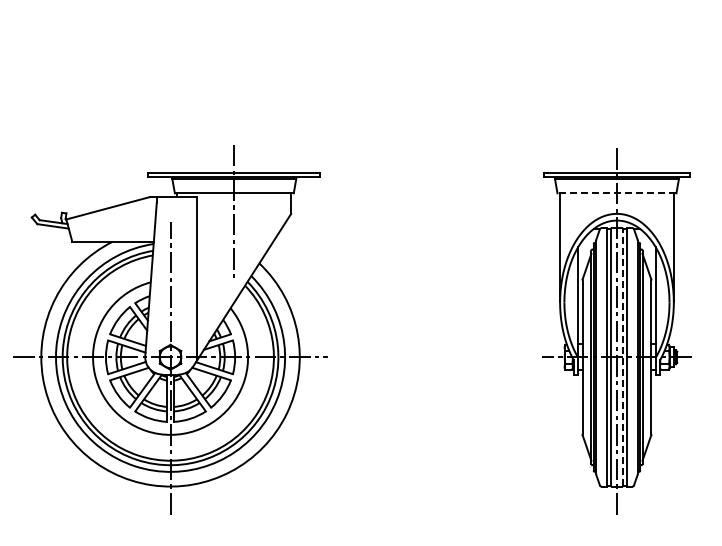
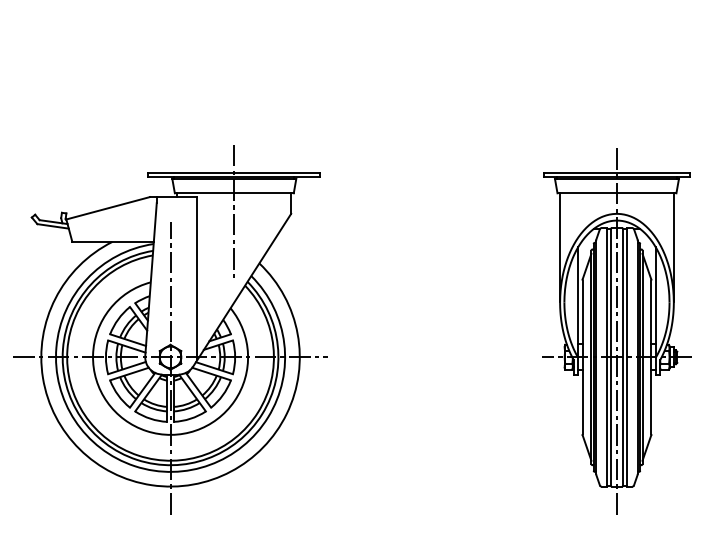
line at (616, 193): dashed -> solid
line at (622, 357): dashed -> solid
